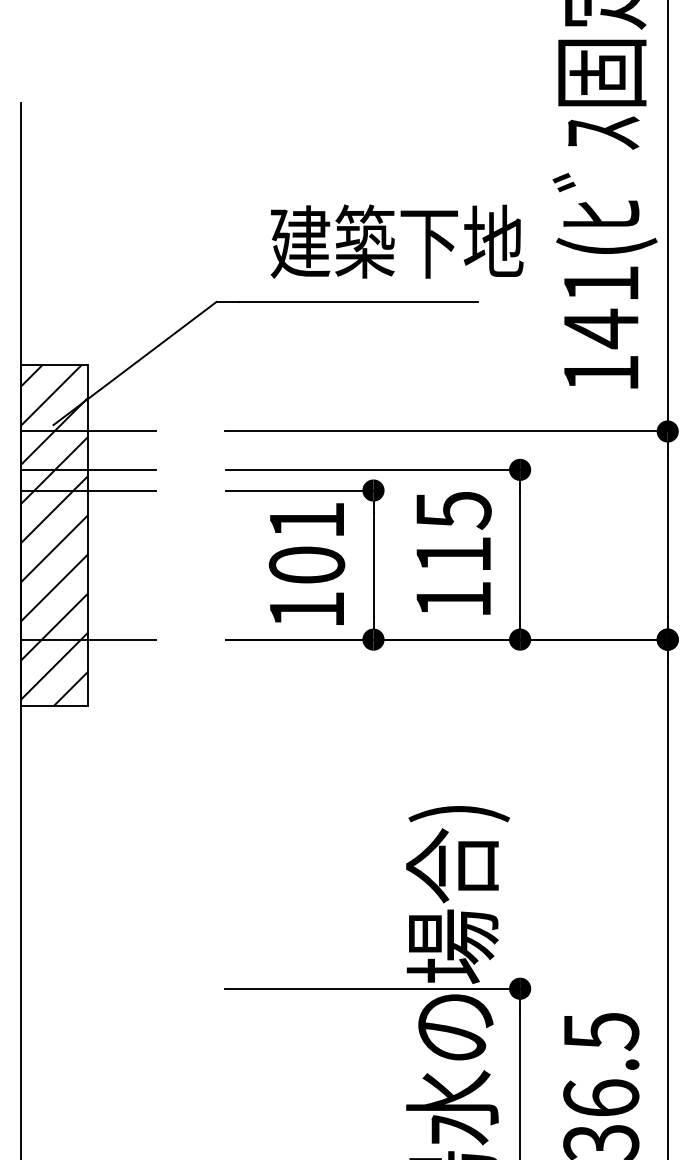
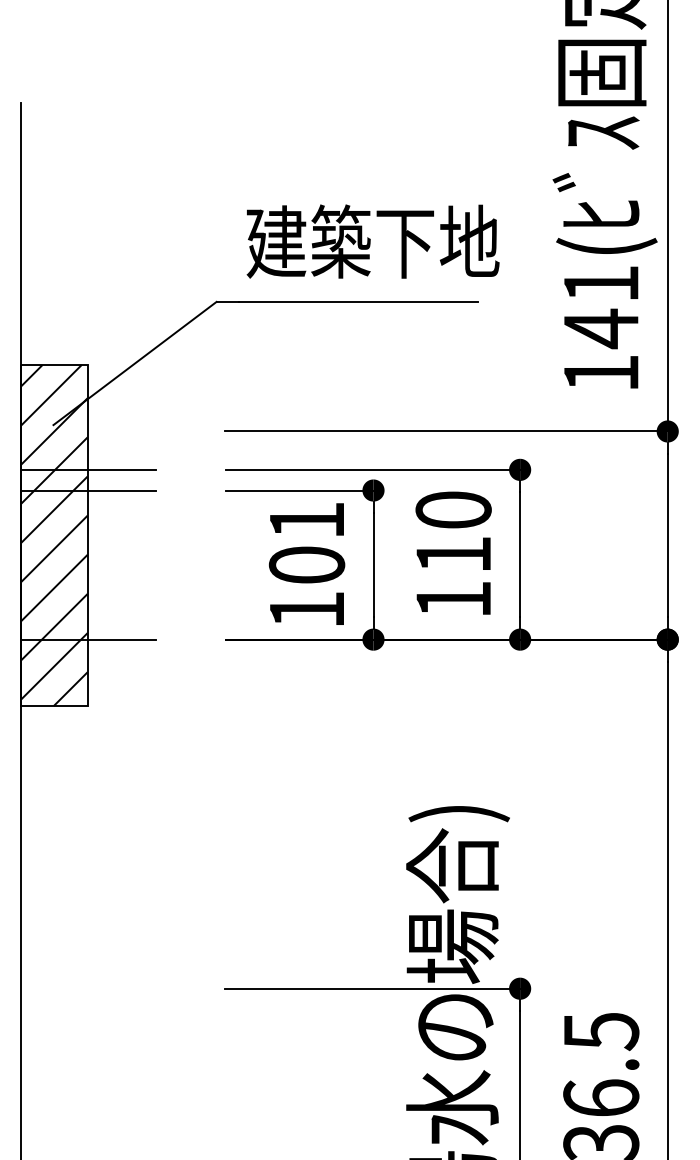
text at (396, 241) position: (396, 241) -> (372, 241)
line at (88, 431): present -> none
text at (453, 510): 115 -> 110
